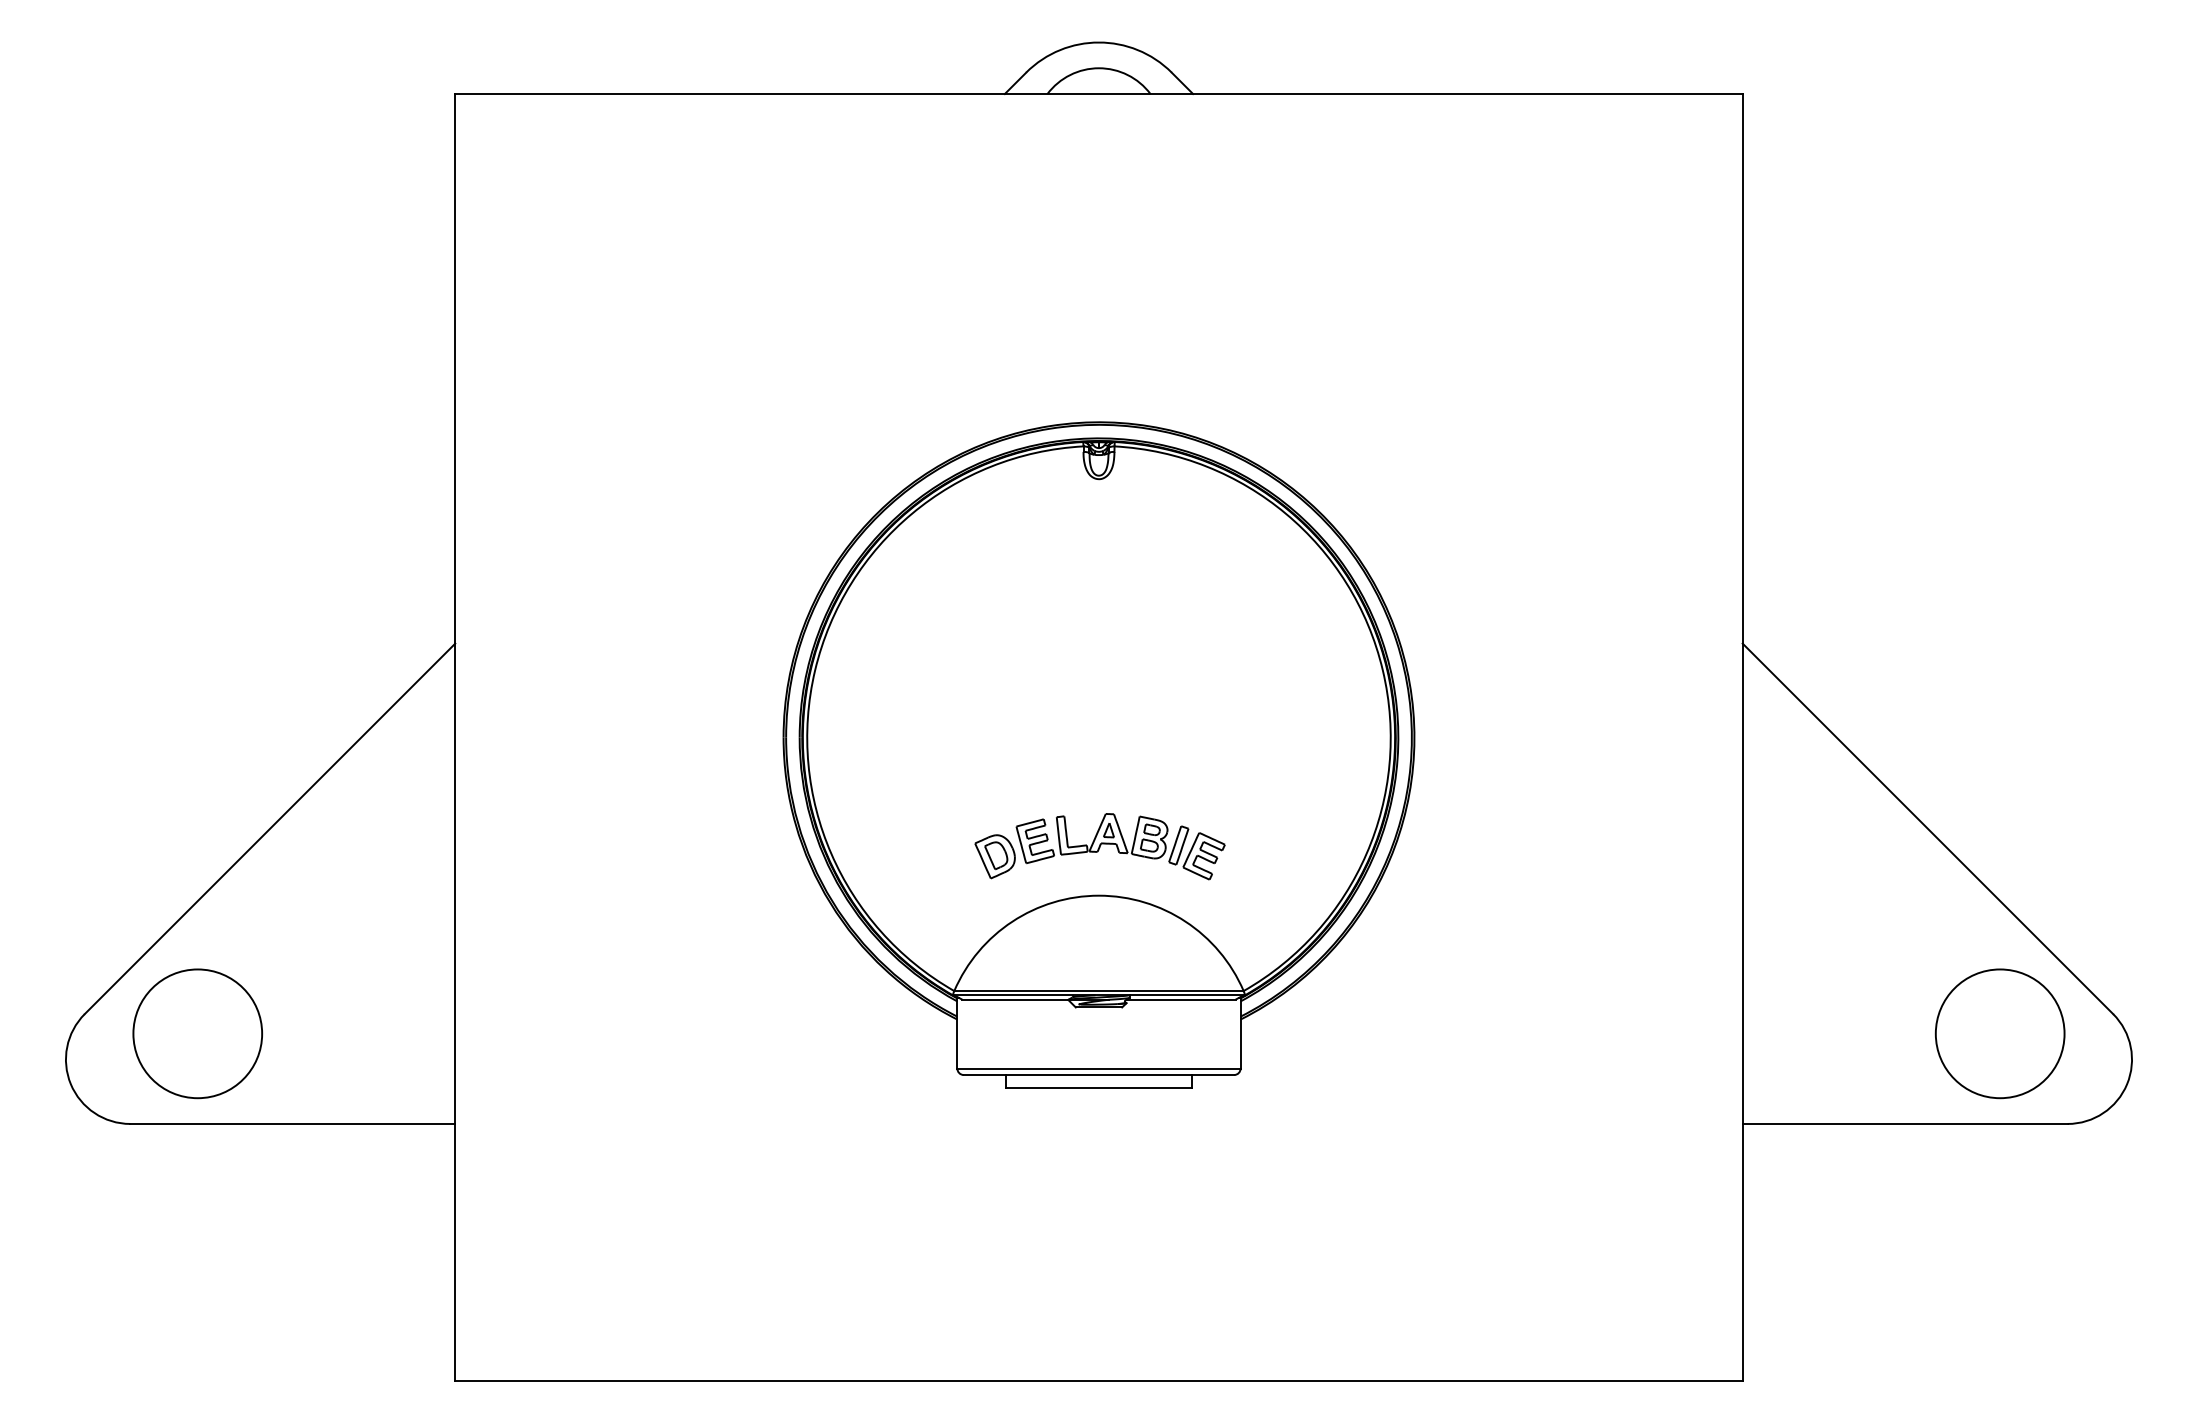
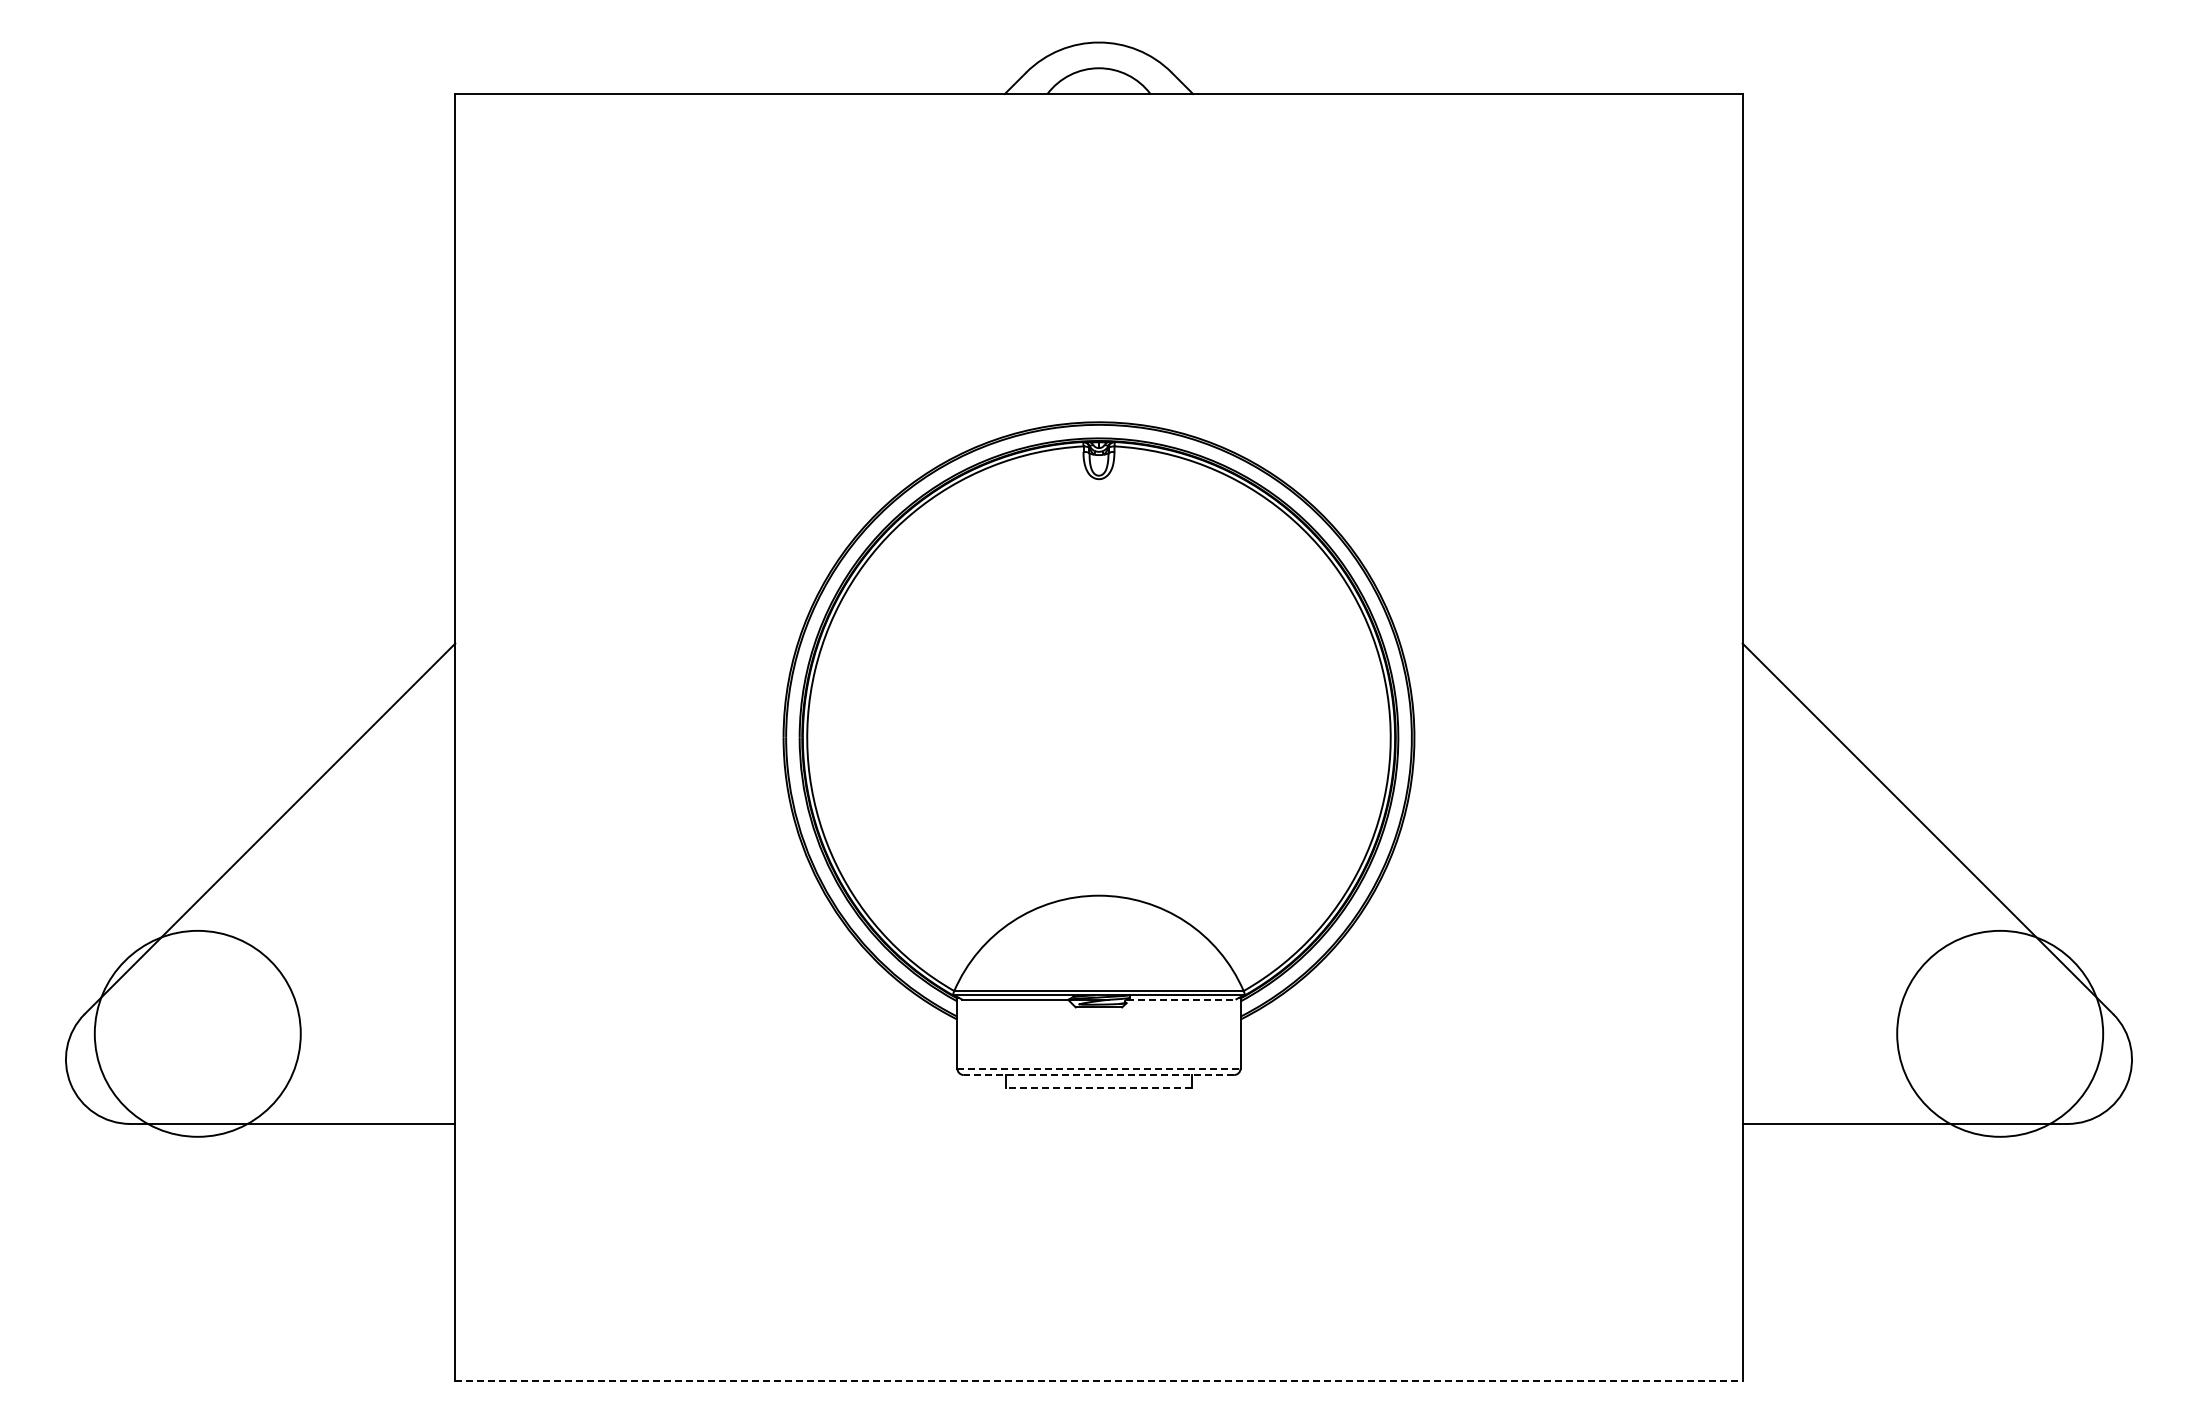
part at (1099, 846): present -> none
line at (1181, 999): solid -> dashed
circle at (197, 1033) diameter: 129 px -> 206 px
circle at (1999, 1033) diameter: 129 px -> 206 px
line at (1098, 1068): solid -> dashed
line at (1098, 1075): solid -> dashed
line at (1098, 1087): solid -> dashed
line at (1098, 1381): solid -> dashed
